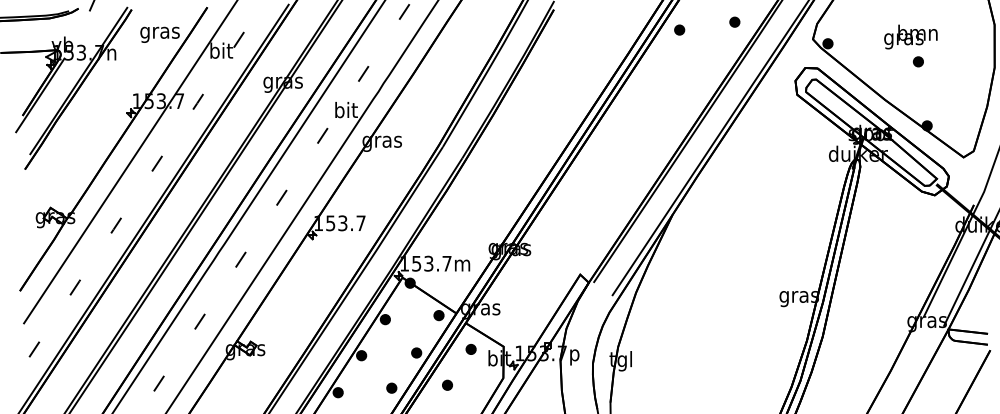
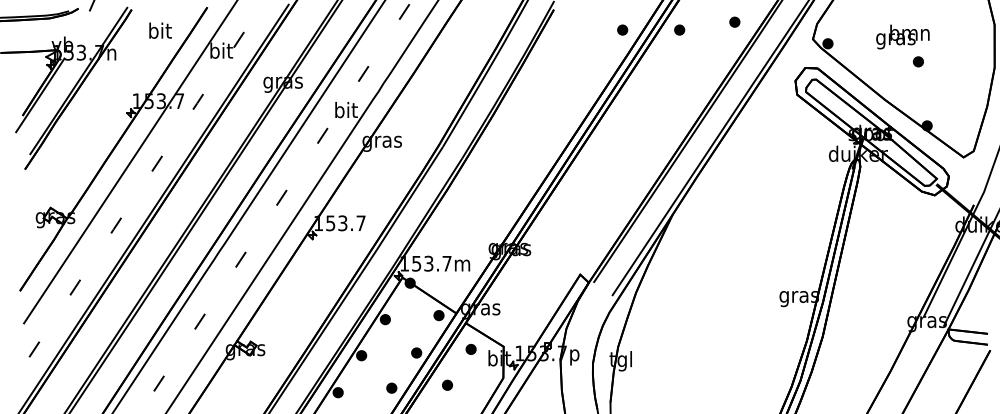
part at (622, 29): none -> present
text at (159, 32): gras -> bit
text at (910, 36) position: (910, 36) -> (902, 36)
